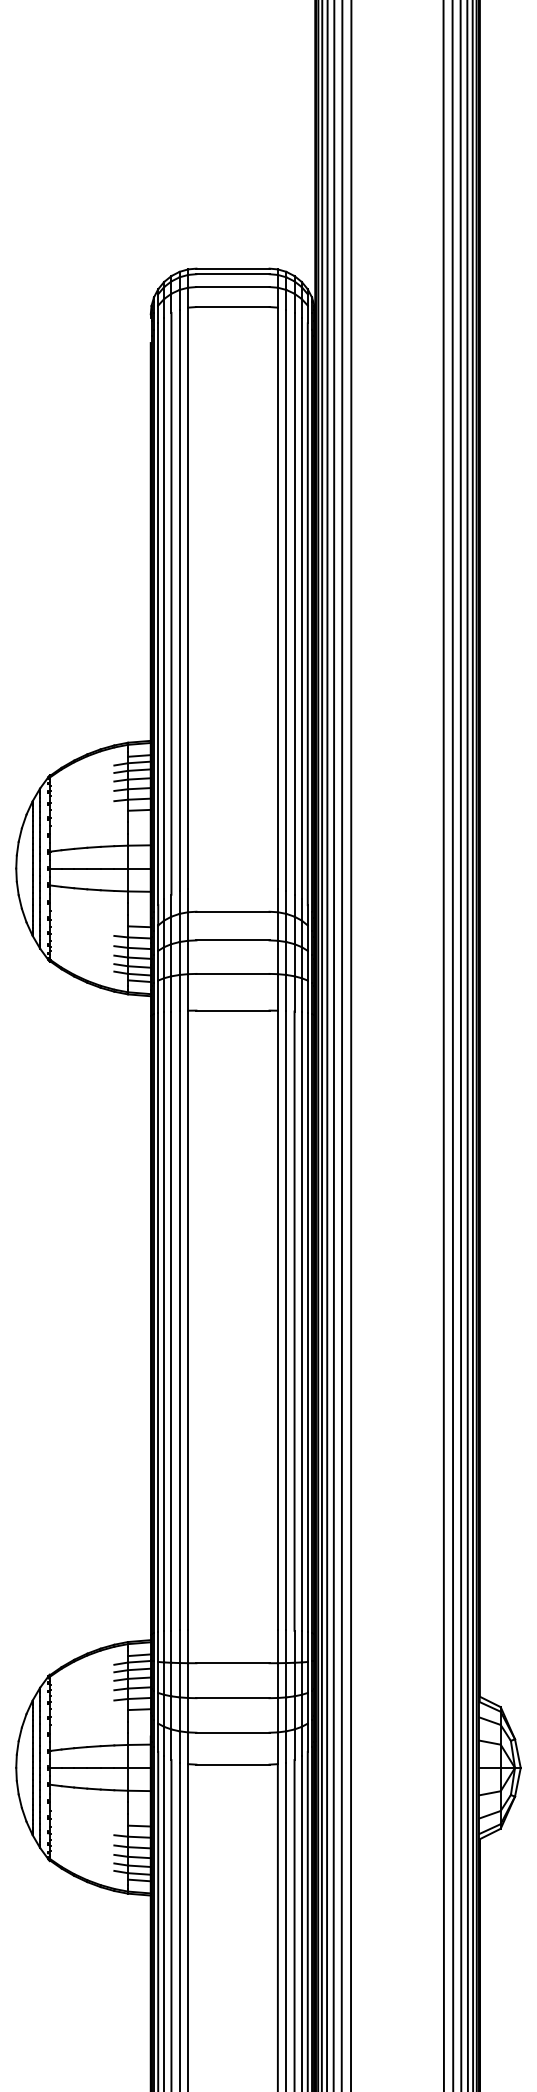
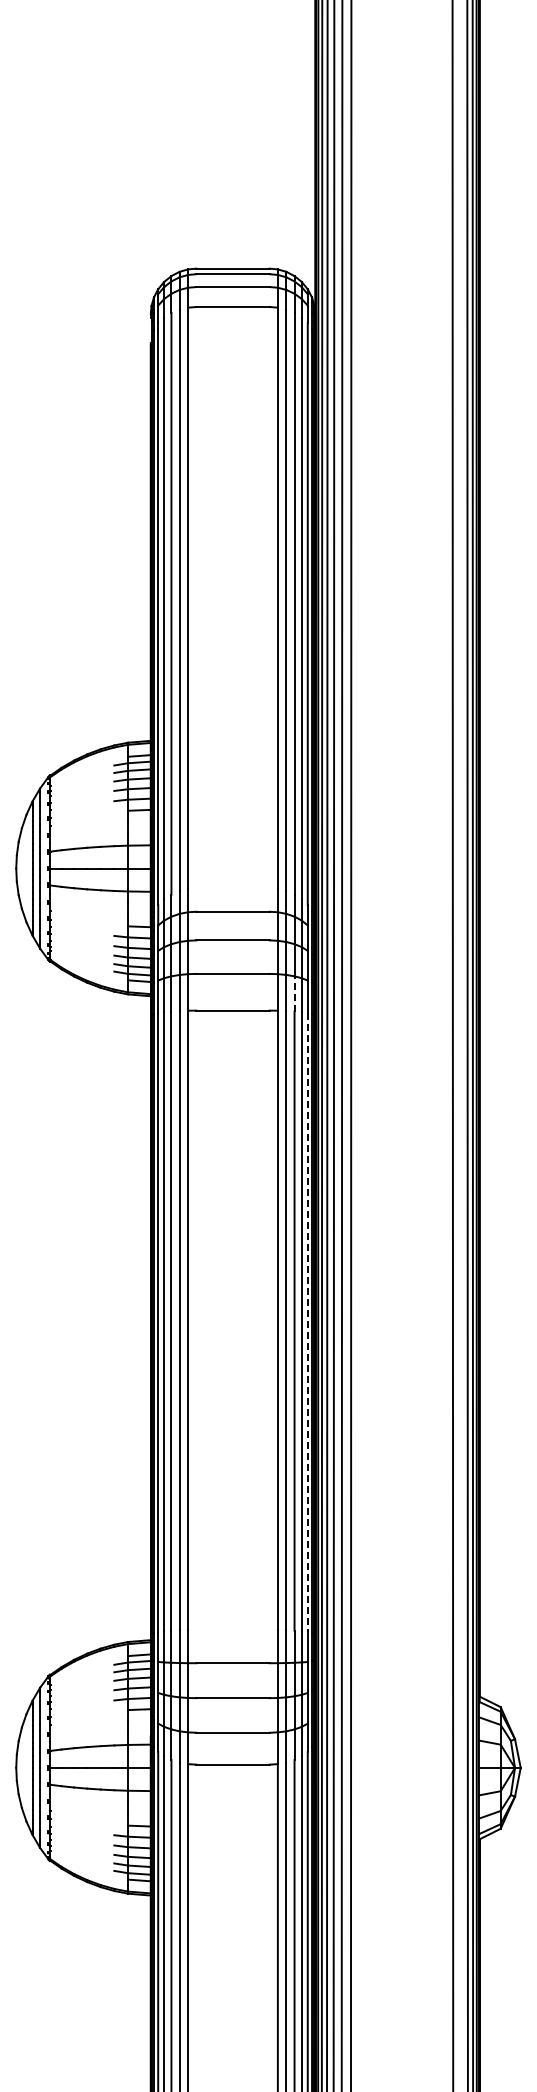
line at (294, 993): solid -> dashed
line at (443, 1045): present -> none
line at (460, 1045): present -> none
line at (307, 1322): solid -> dashed
